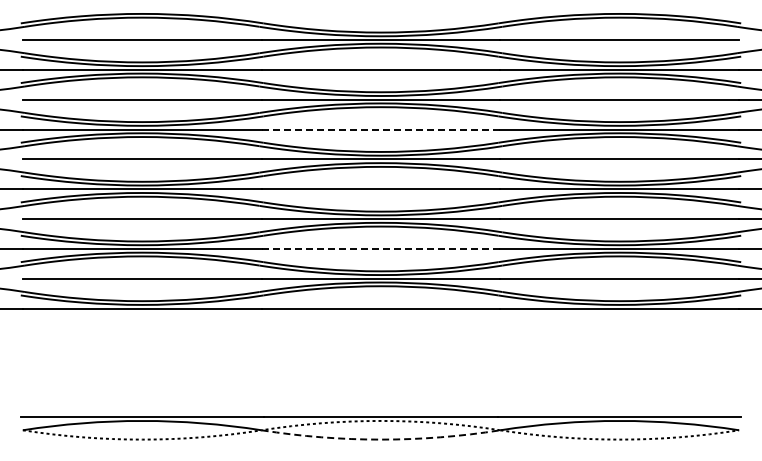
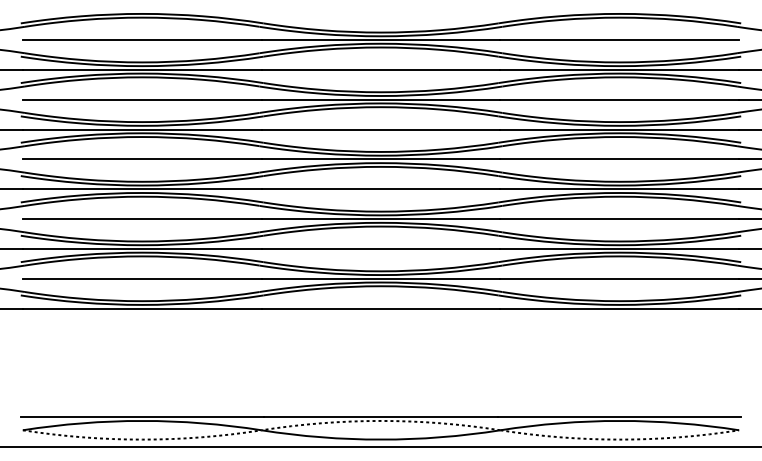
line at (381, 129): dashed -> solid
line at (381, 248): dashed -> solid
arc at (380, 439): dashed -> solid
line at (380, 447): none -> present
